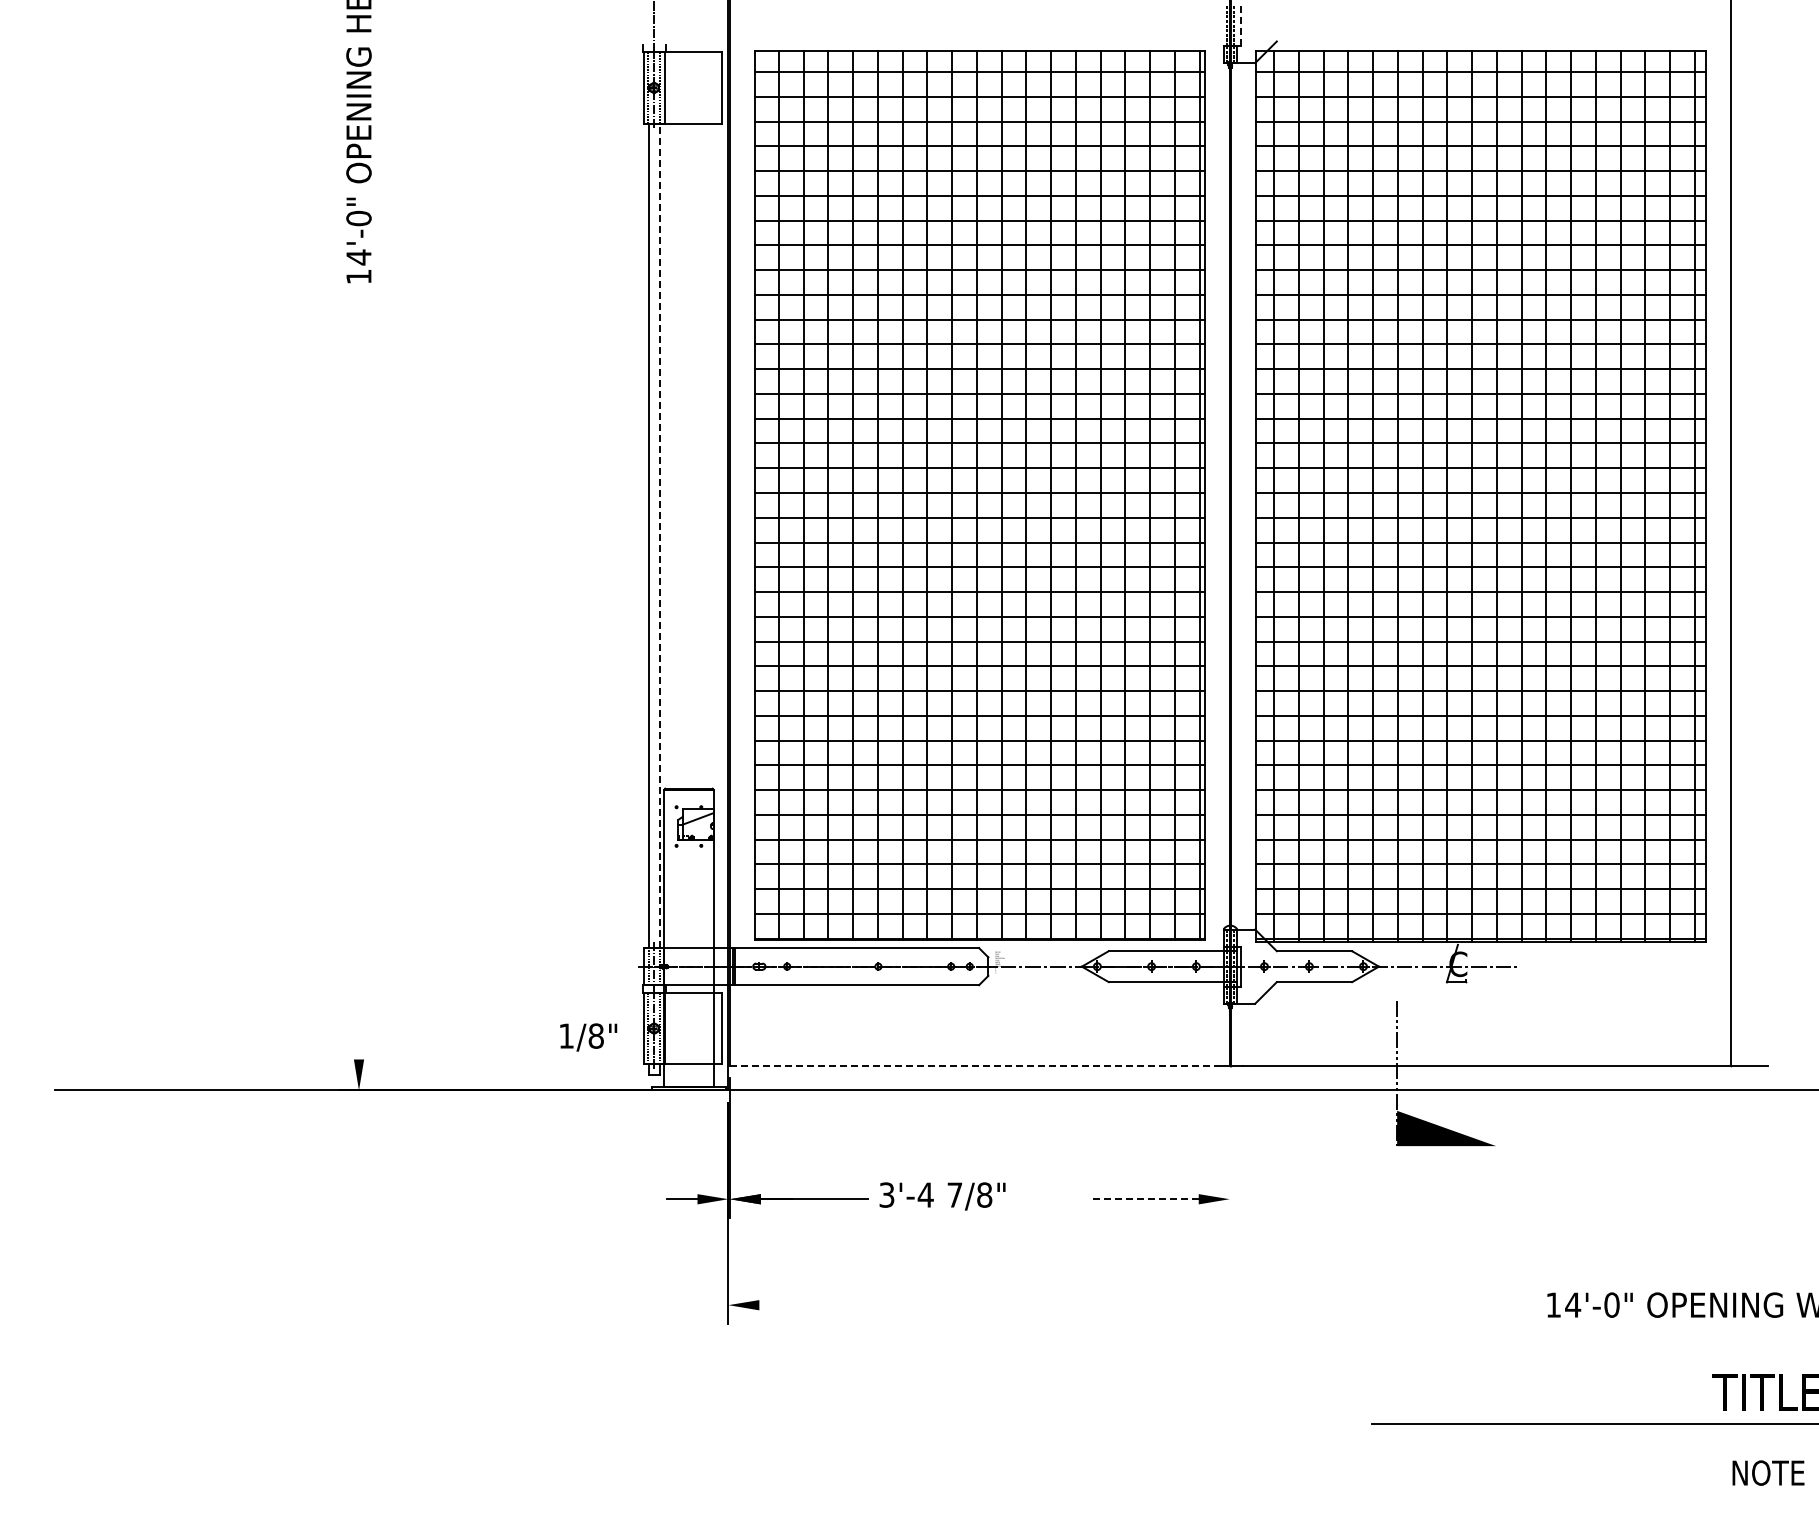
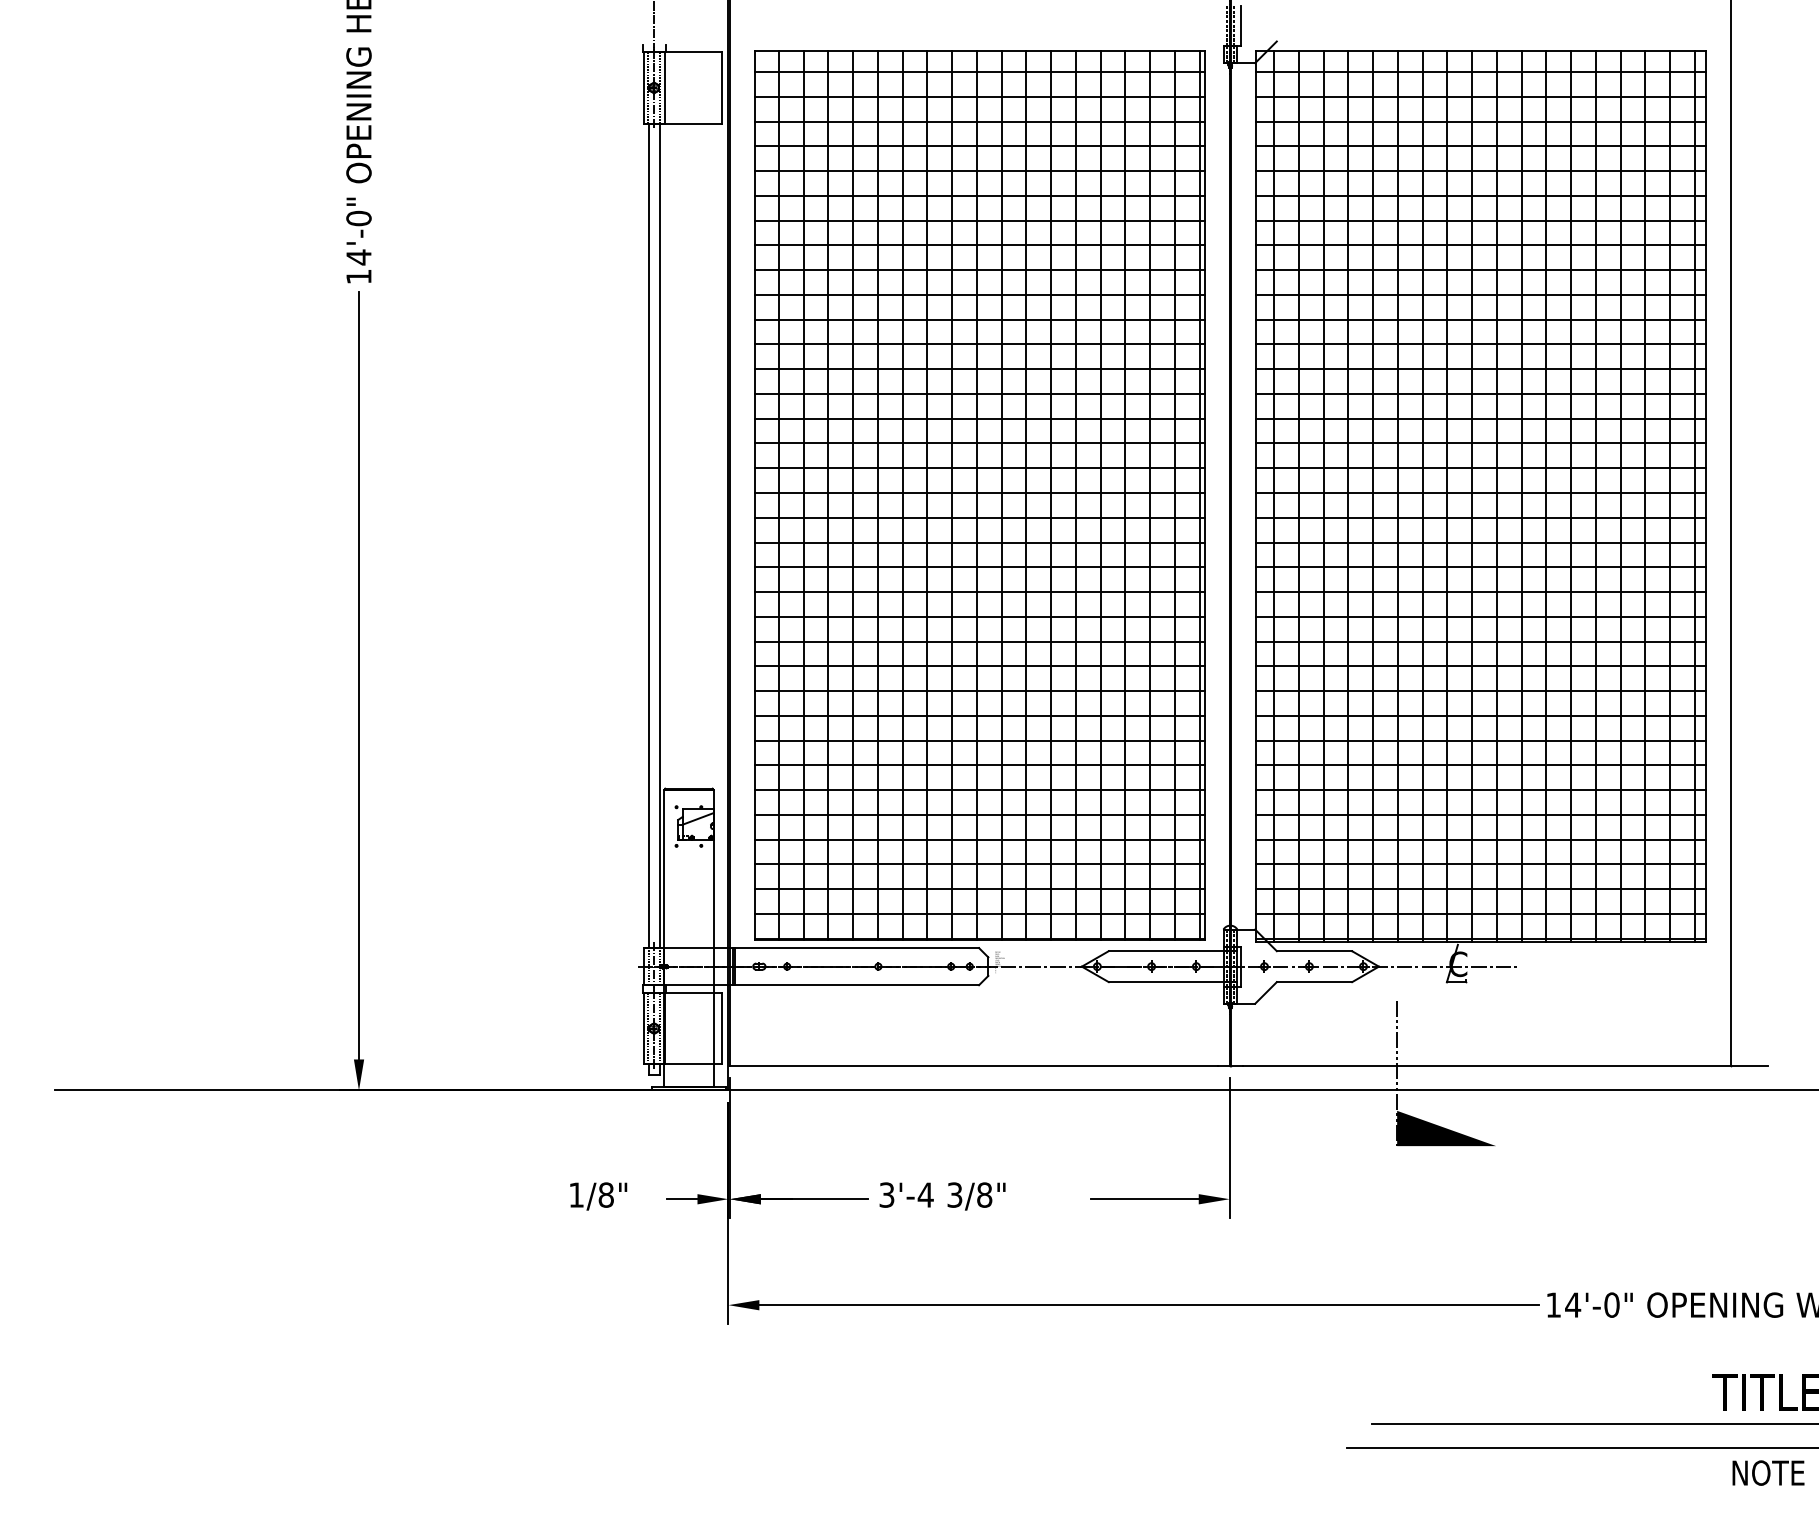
line at (1241, 25): dashed -> solid
line at (659, 535): dashed -> solid
line at (358, 675): none -> present
text at (588, 1037) position: (588, 1037) -> (598, 1196)
line at (974, 1065): dashed -> solid
line at (1229, 1147): none -> present
text at (954, 1194): 7/8" -> 3/8"
line at (1144, 1199): dashed -> solid
line at (1148, 1305): none -> present
line at (1581, 1448): none -> present
